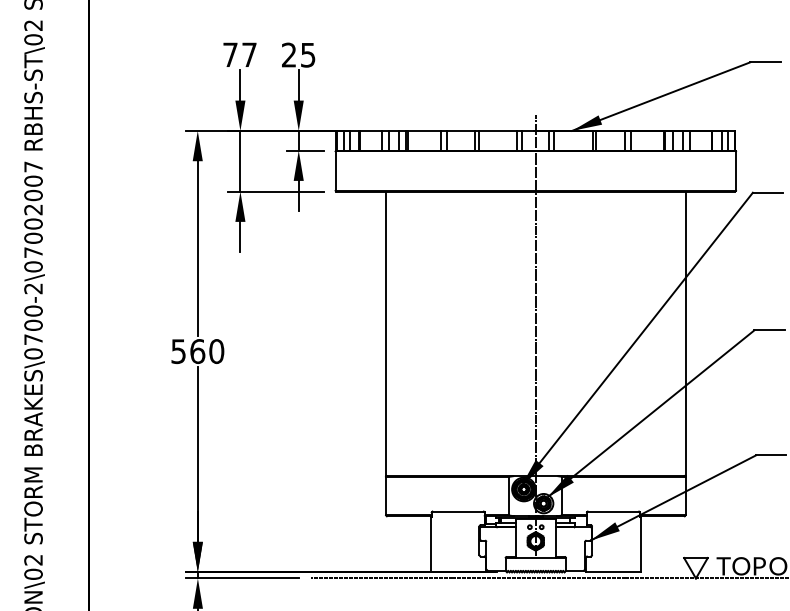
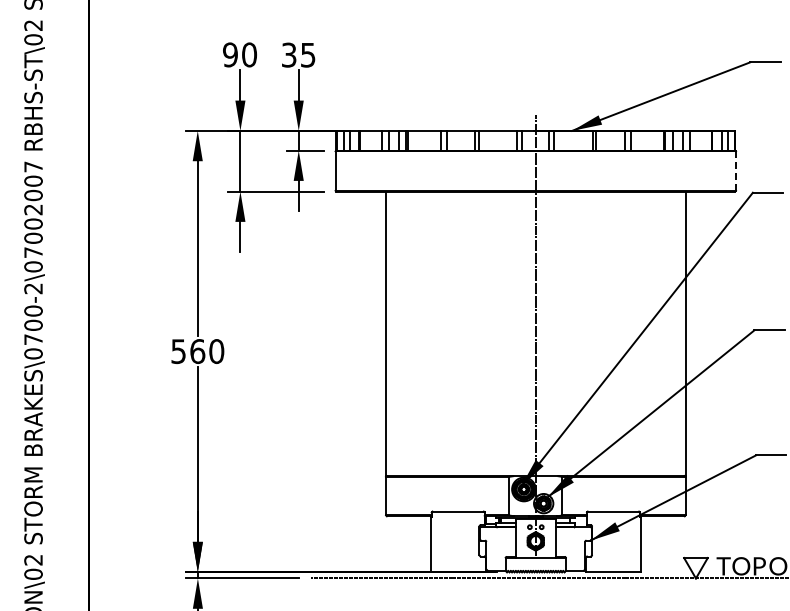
text at (239, 54): 77 -> 90
text at (289, 54): 25 -> 35
line at (735, 171): solid -> dashed
